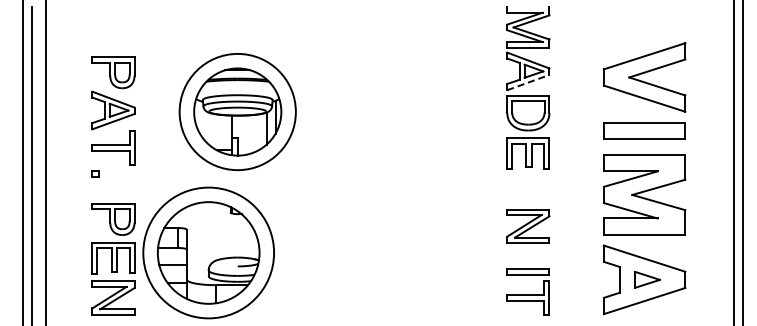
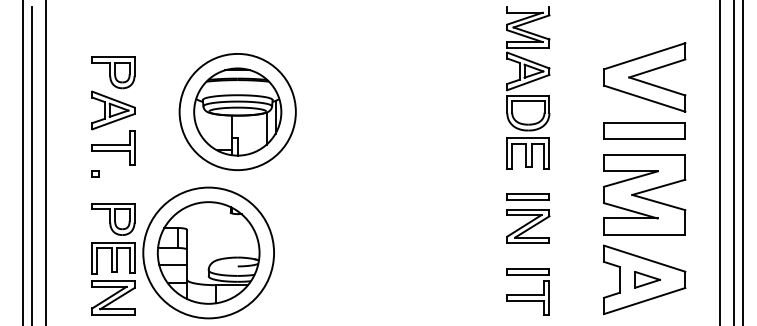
line at (528, 82): dashed -> solid
line at (719, 162): none -> present
part at (527, 196): none -> present
